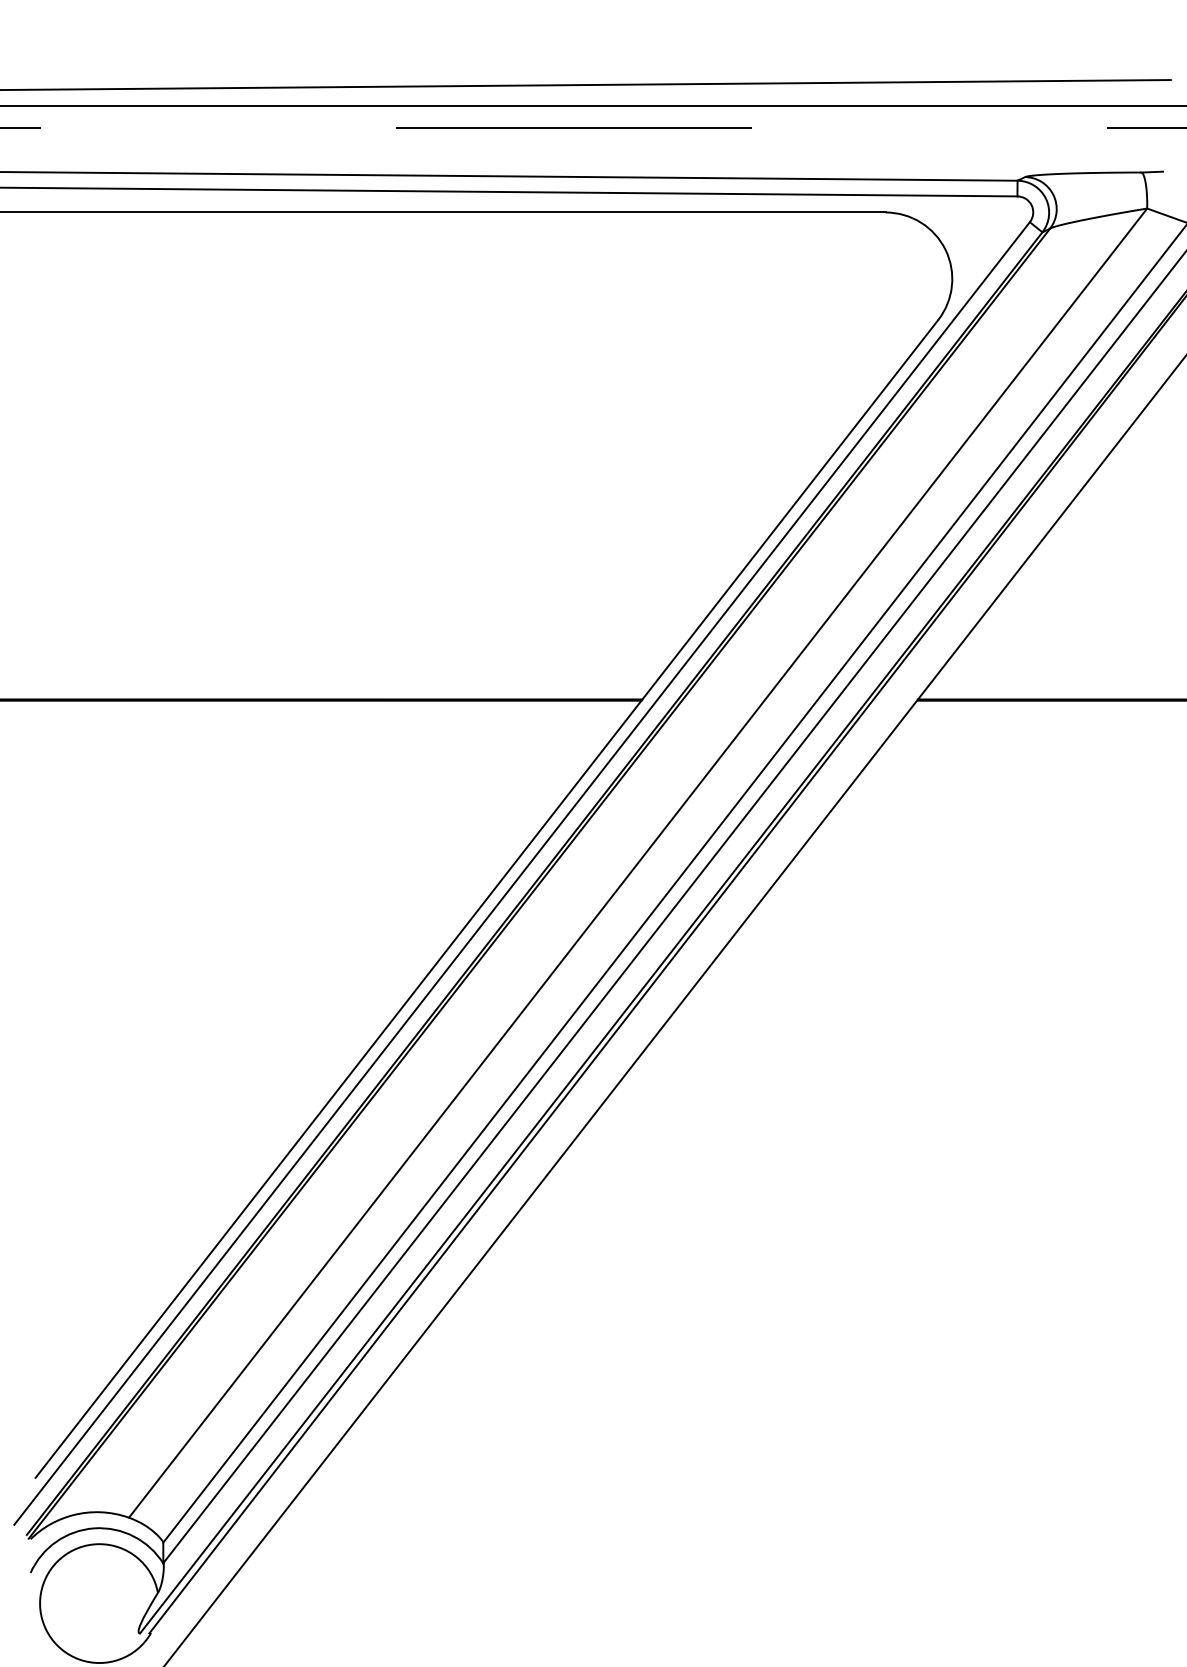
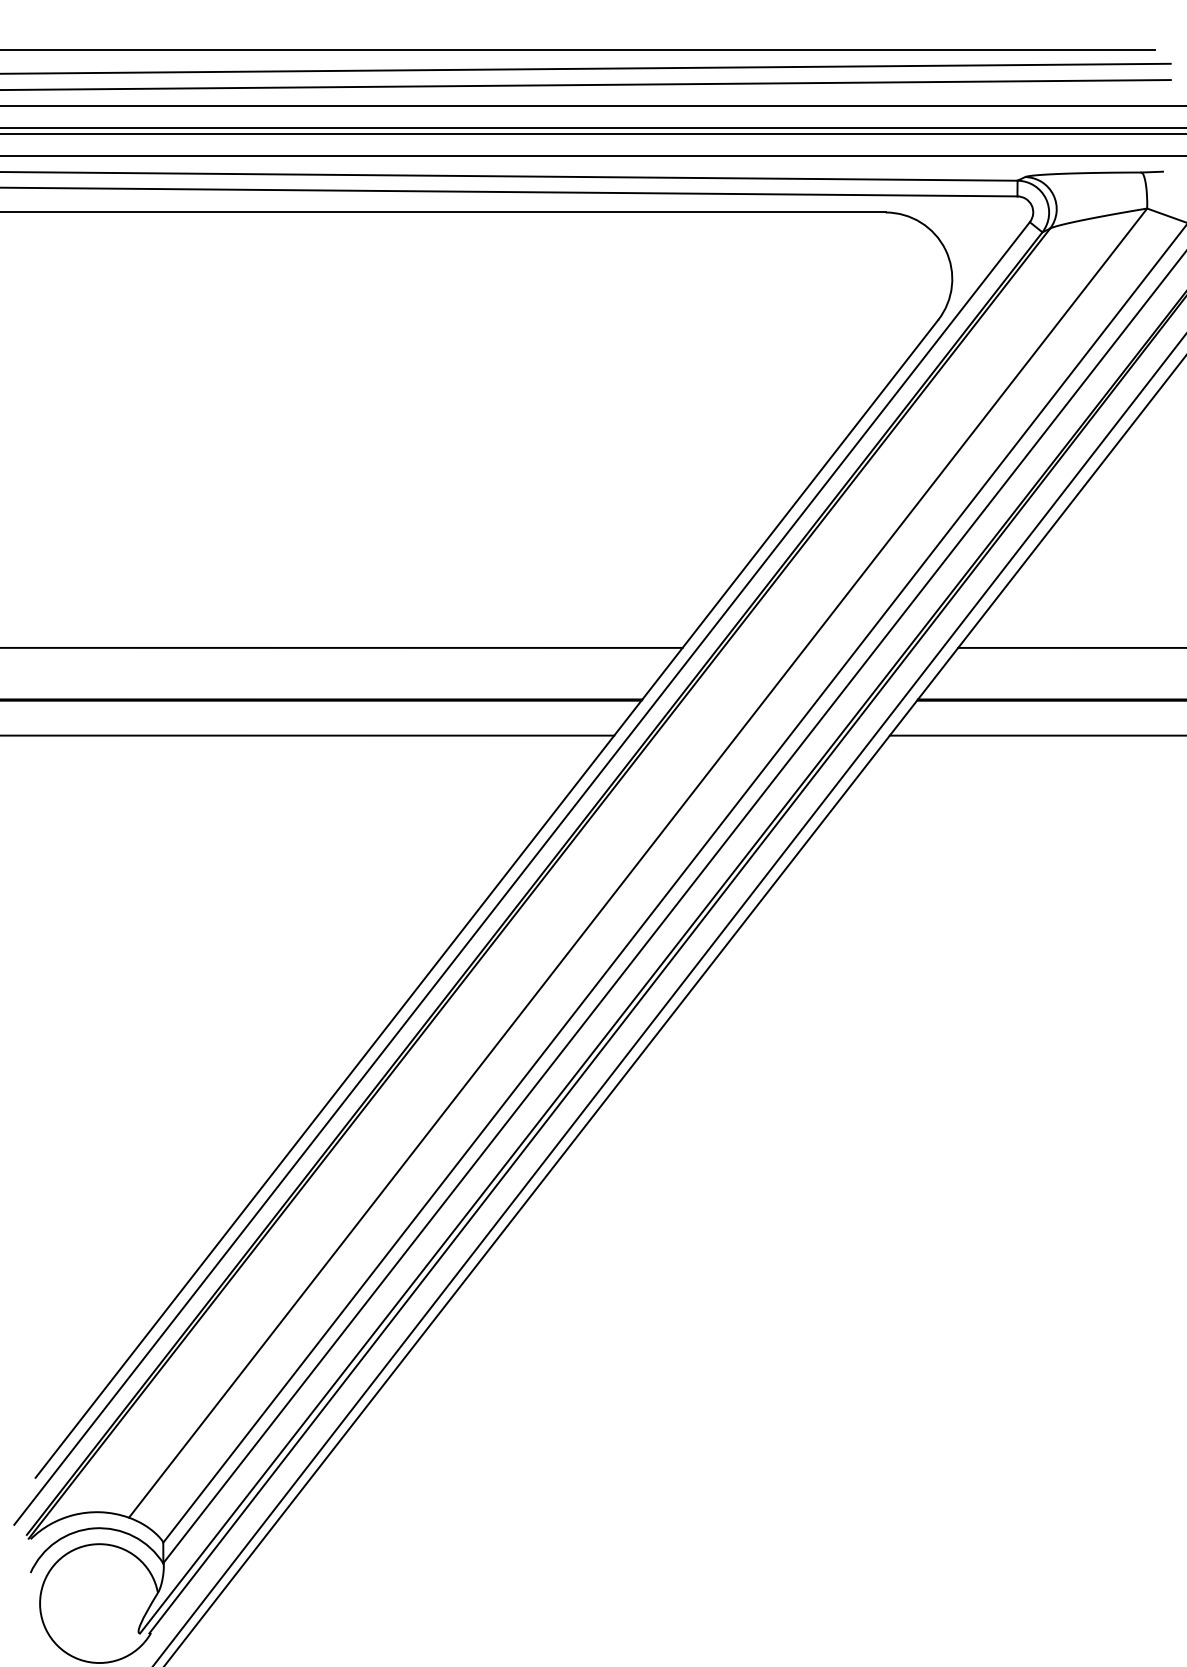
line at (578, 50): none -> present
line at (586, 68): none -> present
line at (593, 128): dashed -> solid
line at (592, 133): none -> present
line at (592, 156): none -> present
line at (342, 647): none -> present
line at (1070, 647): none -> present
line at (308, 735): none -> present
line at (1036, 735): none -> present
line at (669, 999): none -> present
